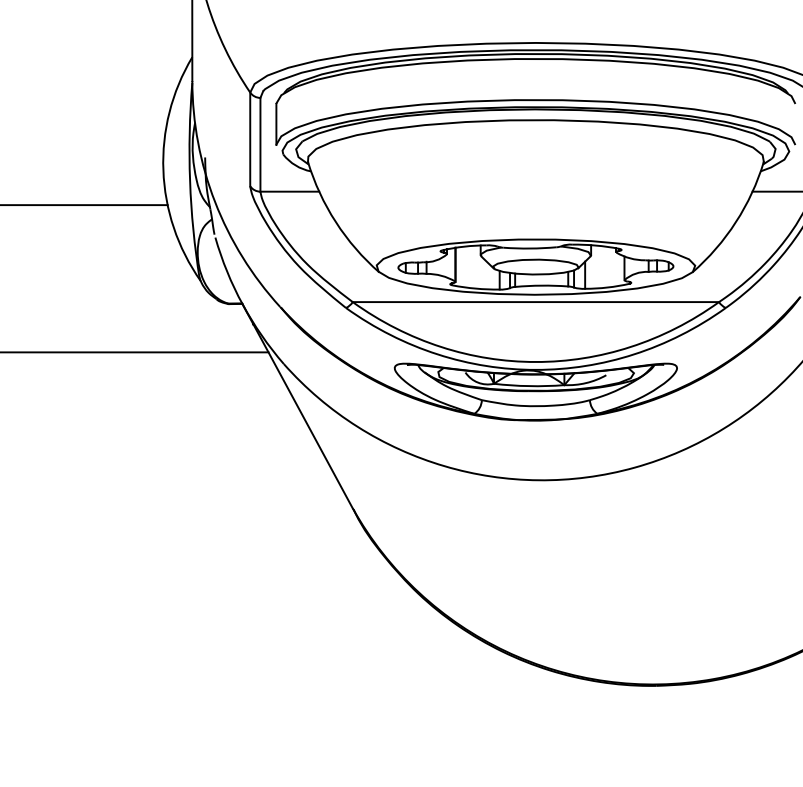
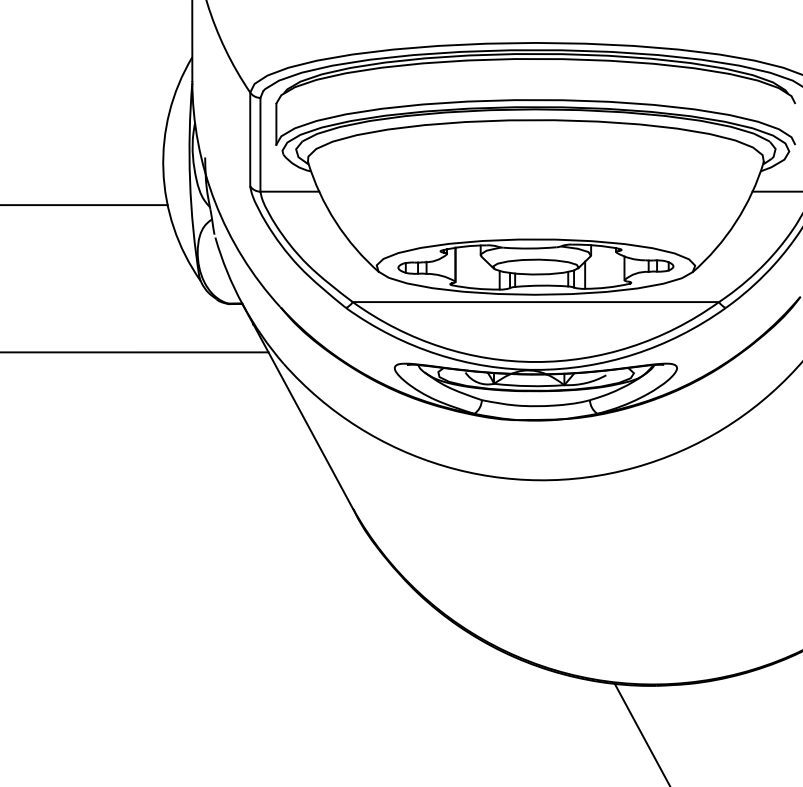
line at (641, 733): none -> present
